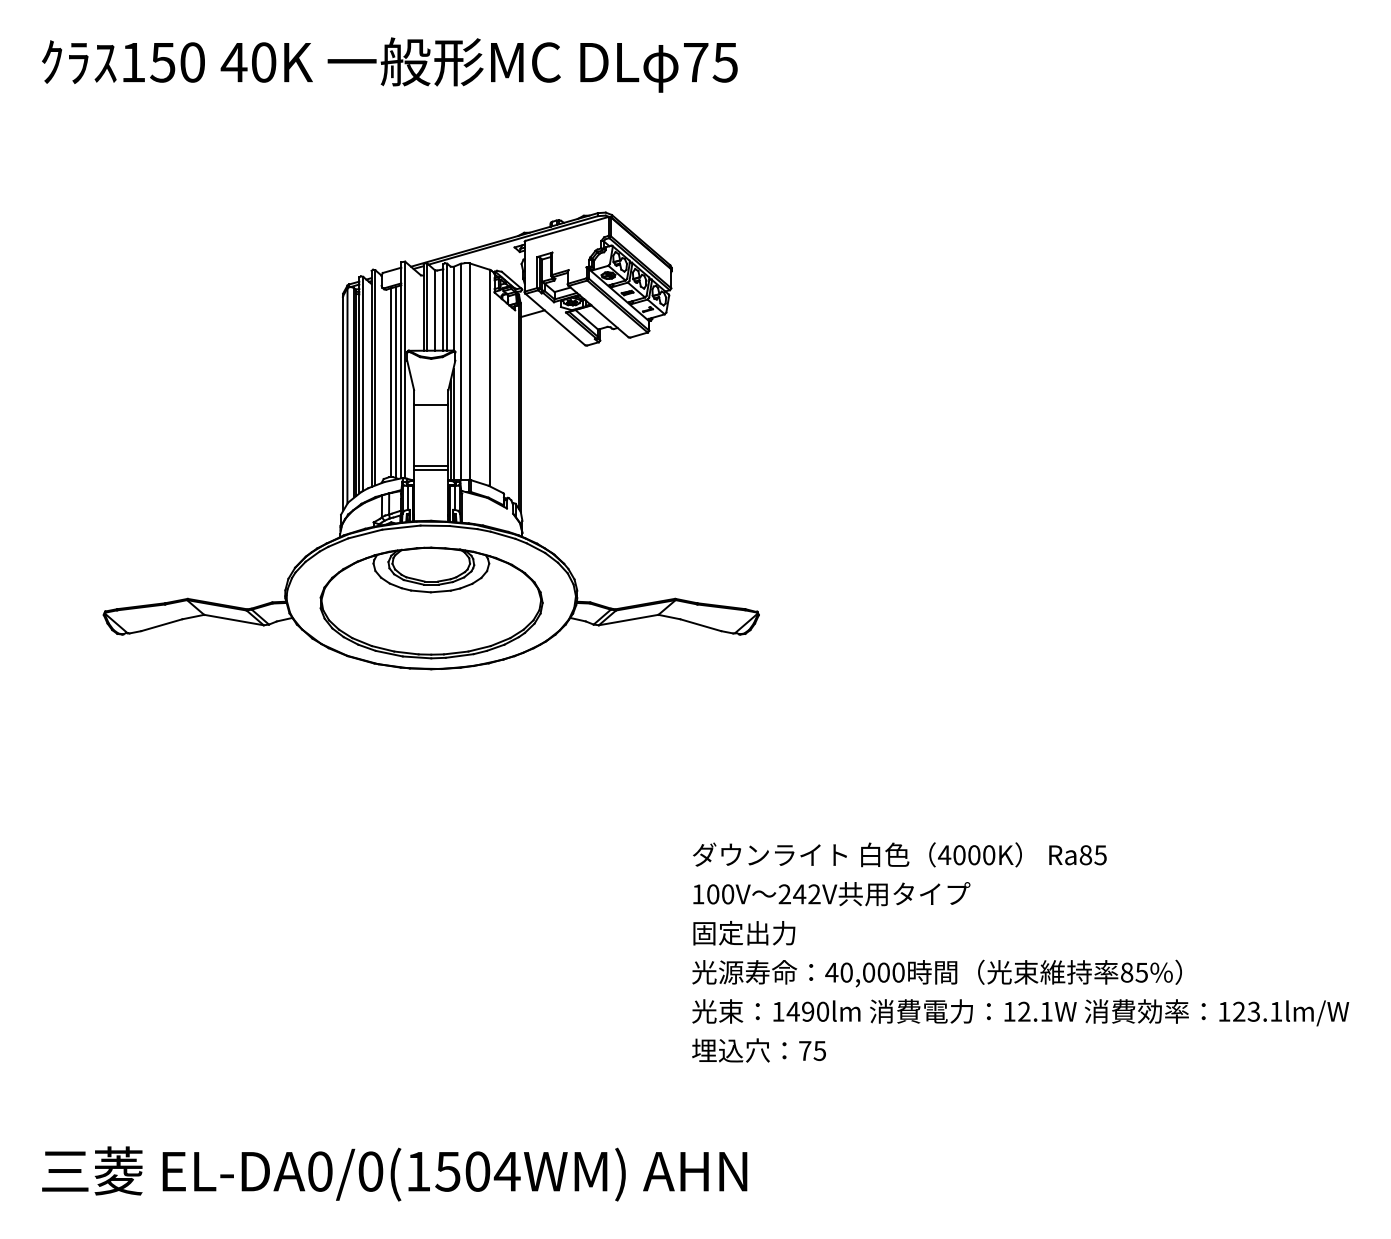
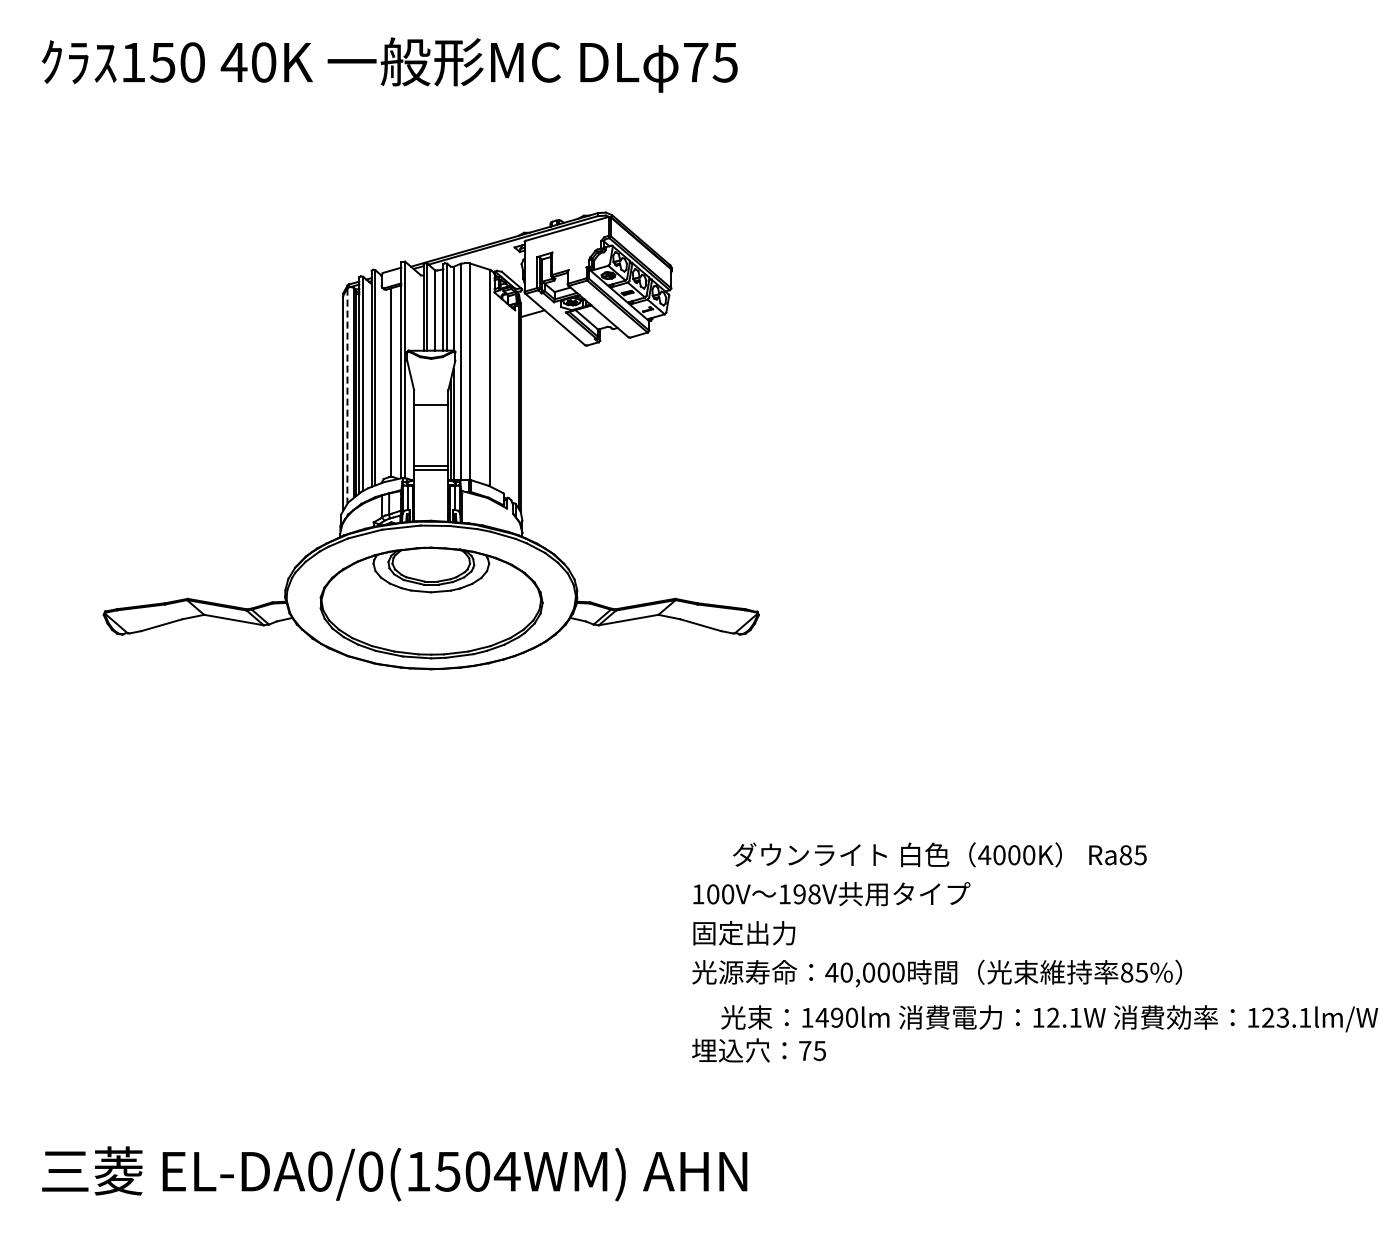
line at (395, 381): present -> none
line at (347, 396): solid -> dashed
text at (899, 854) position: (899, 854) -> (939, 854)
text at (799, 894): 242V -> 198V
text at (1020, 1012) position: (1020, 1012) -> (1049, 1018)
